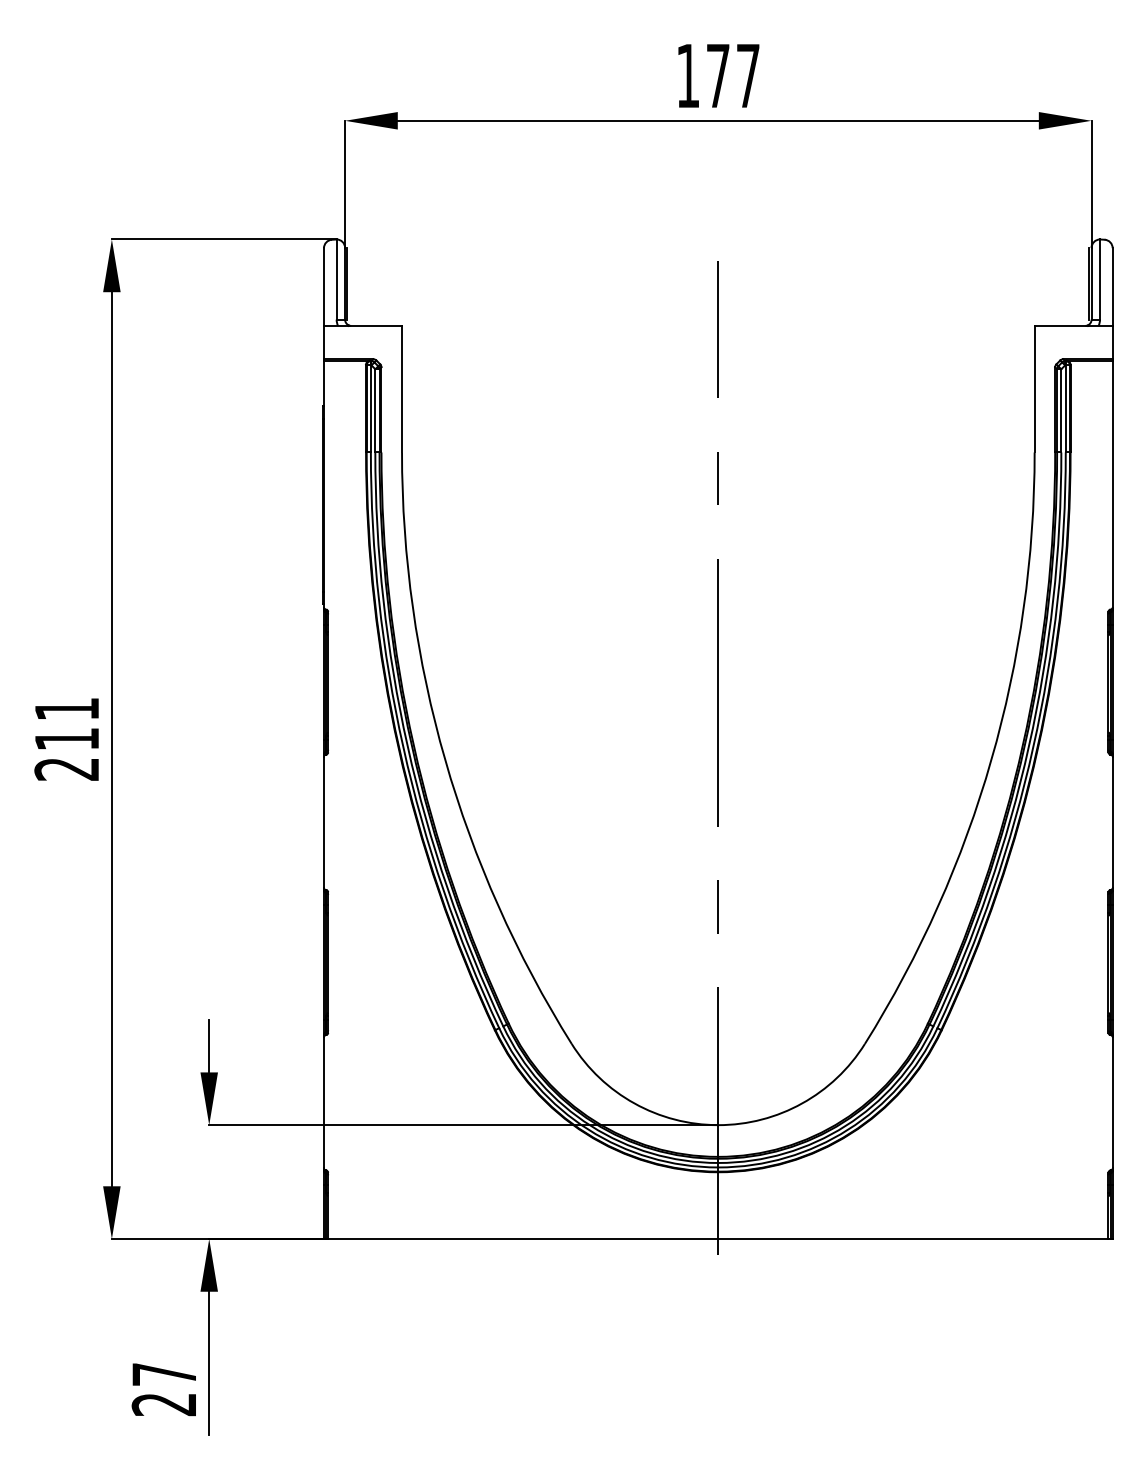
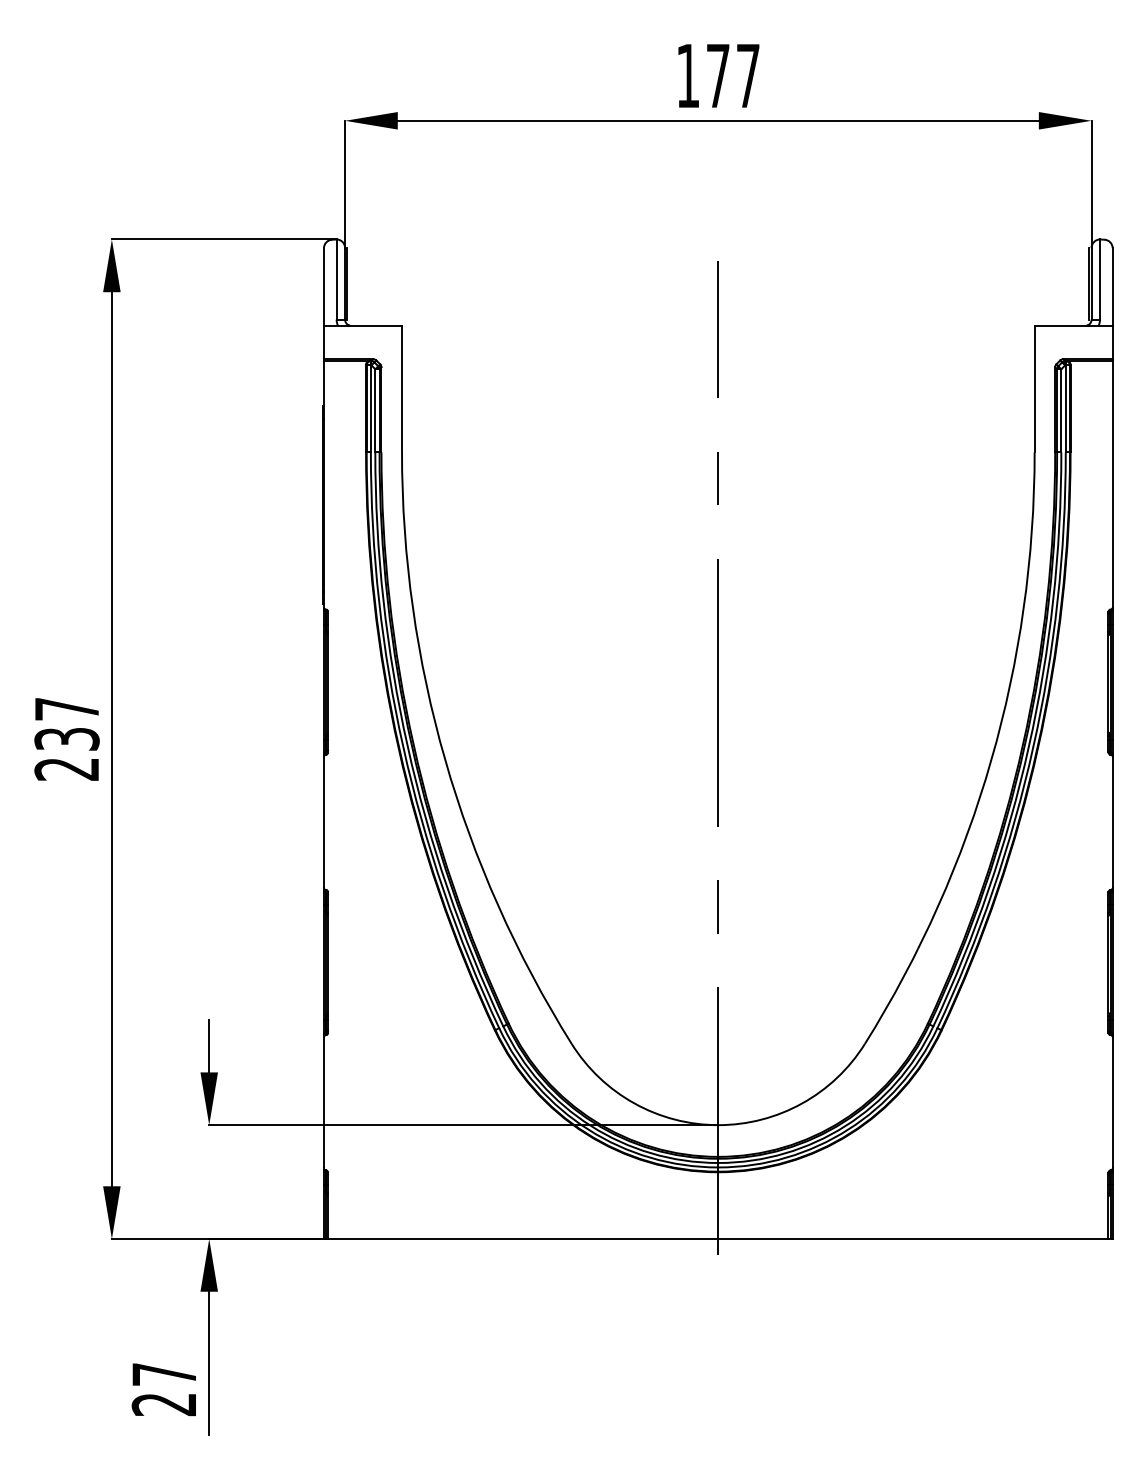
text at (66, 724): 211 -> 237
